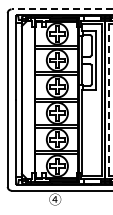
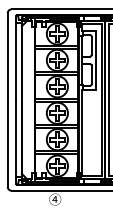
line at (61, 9): dashed -> solid
line at (109, 95): dashed -> solid
